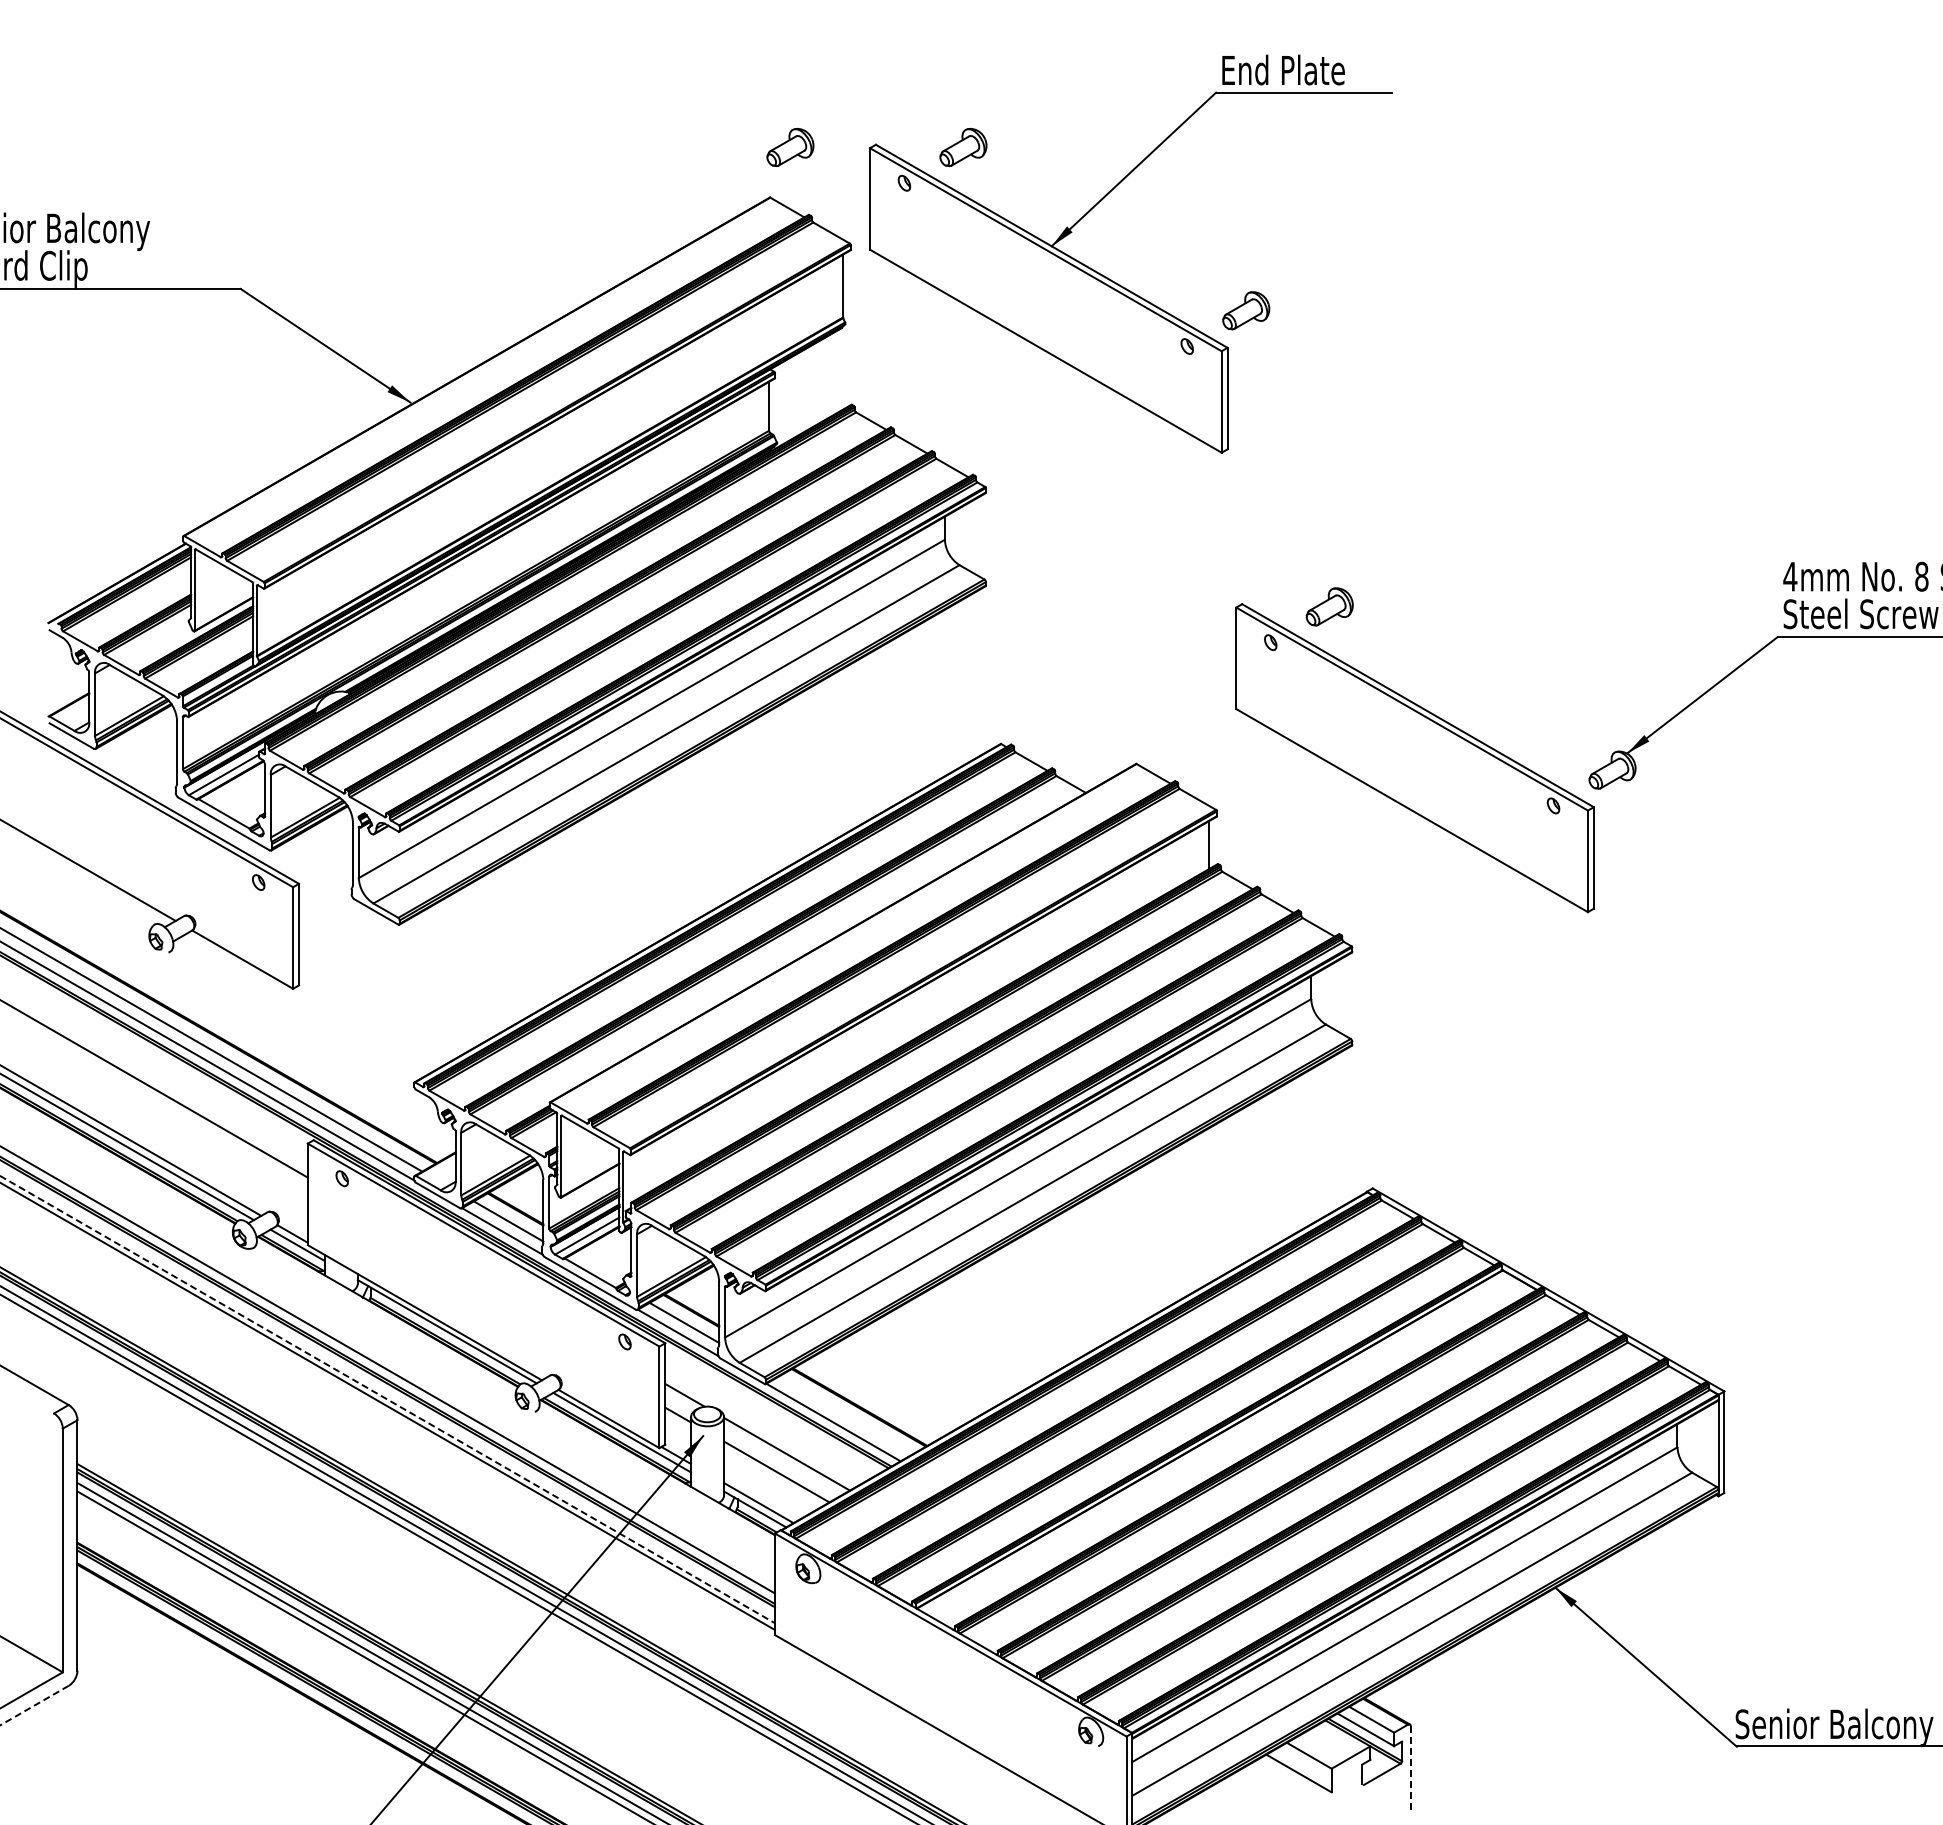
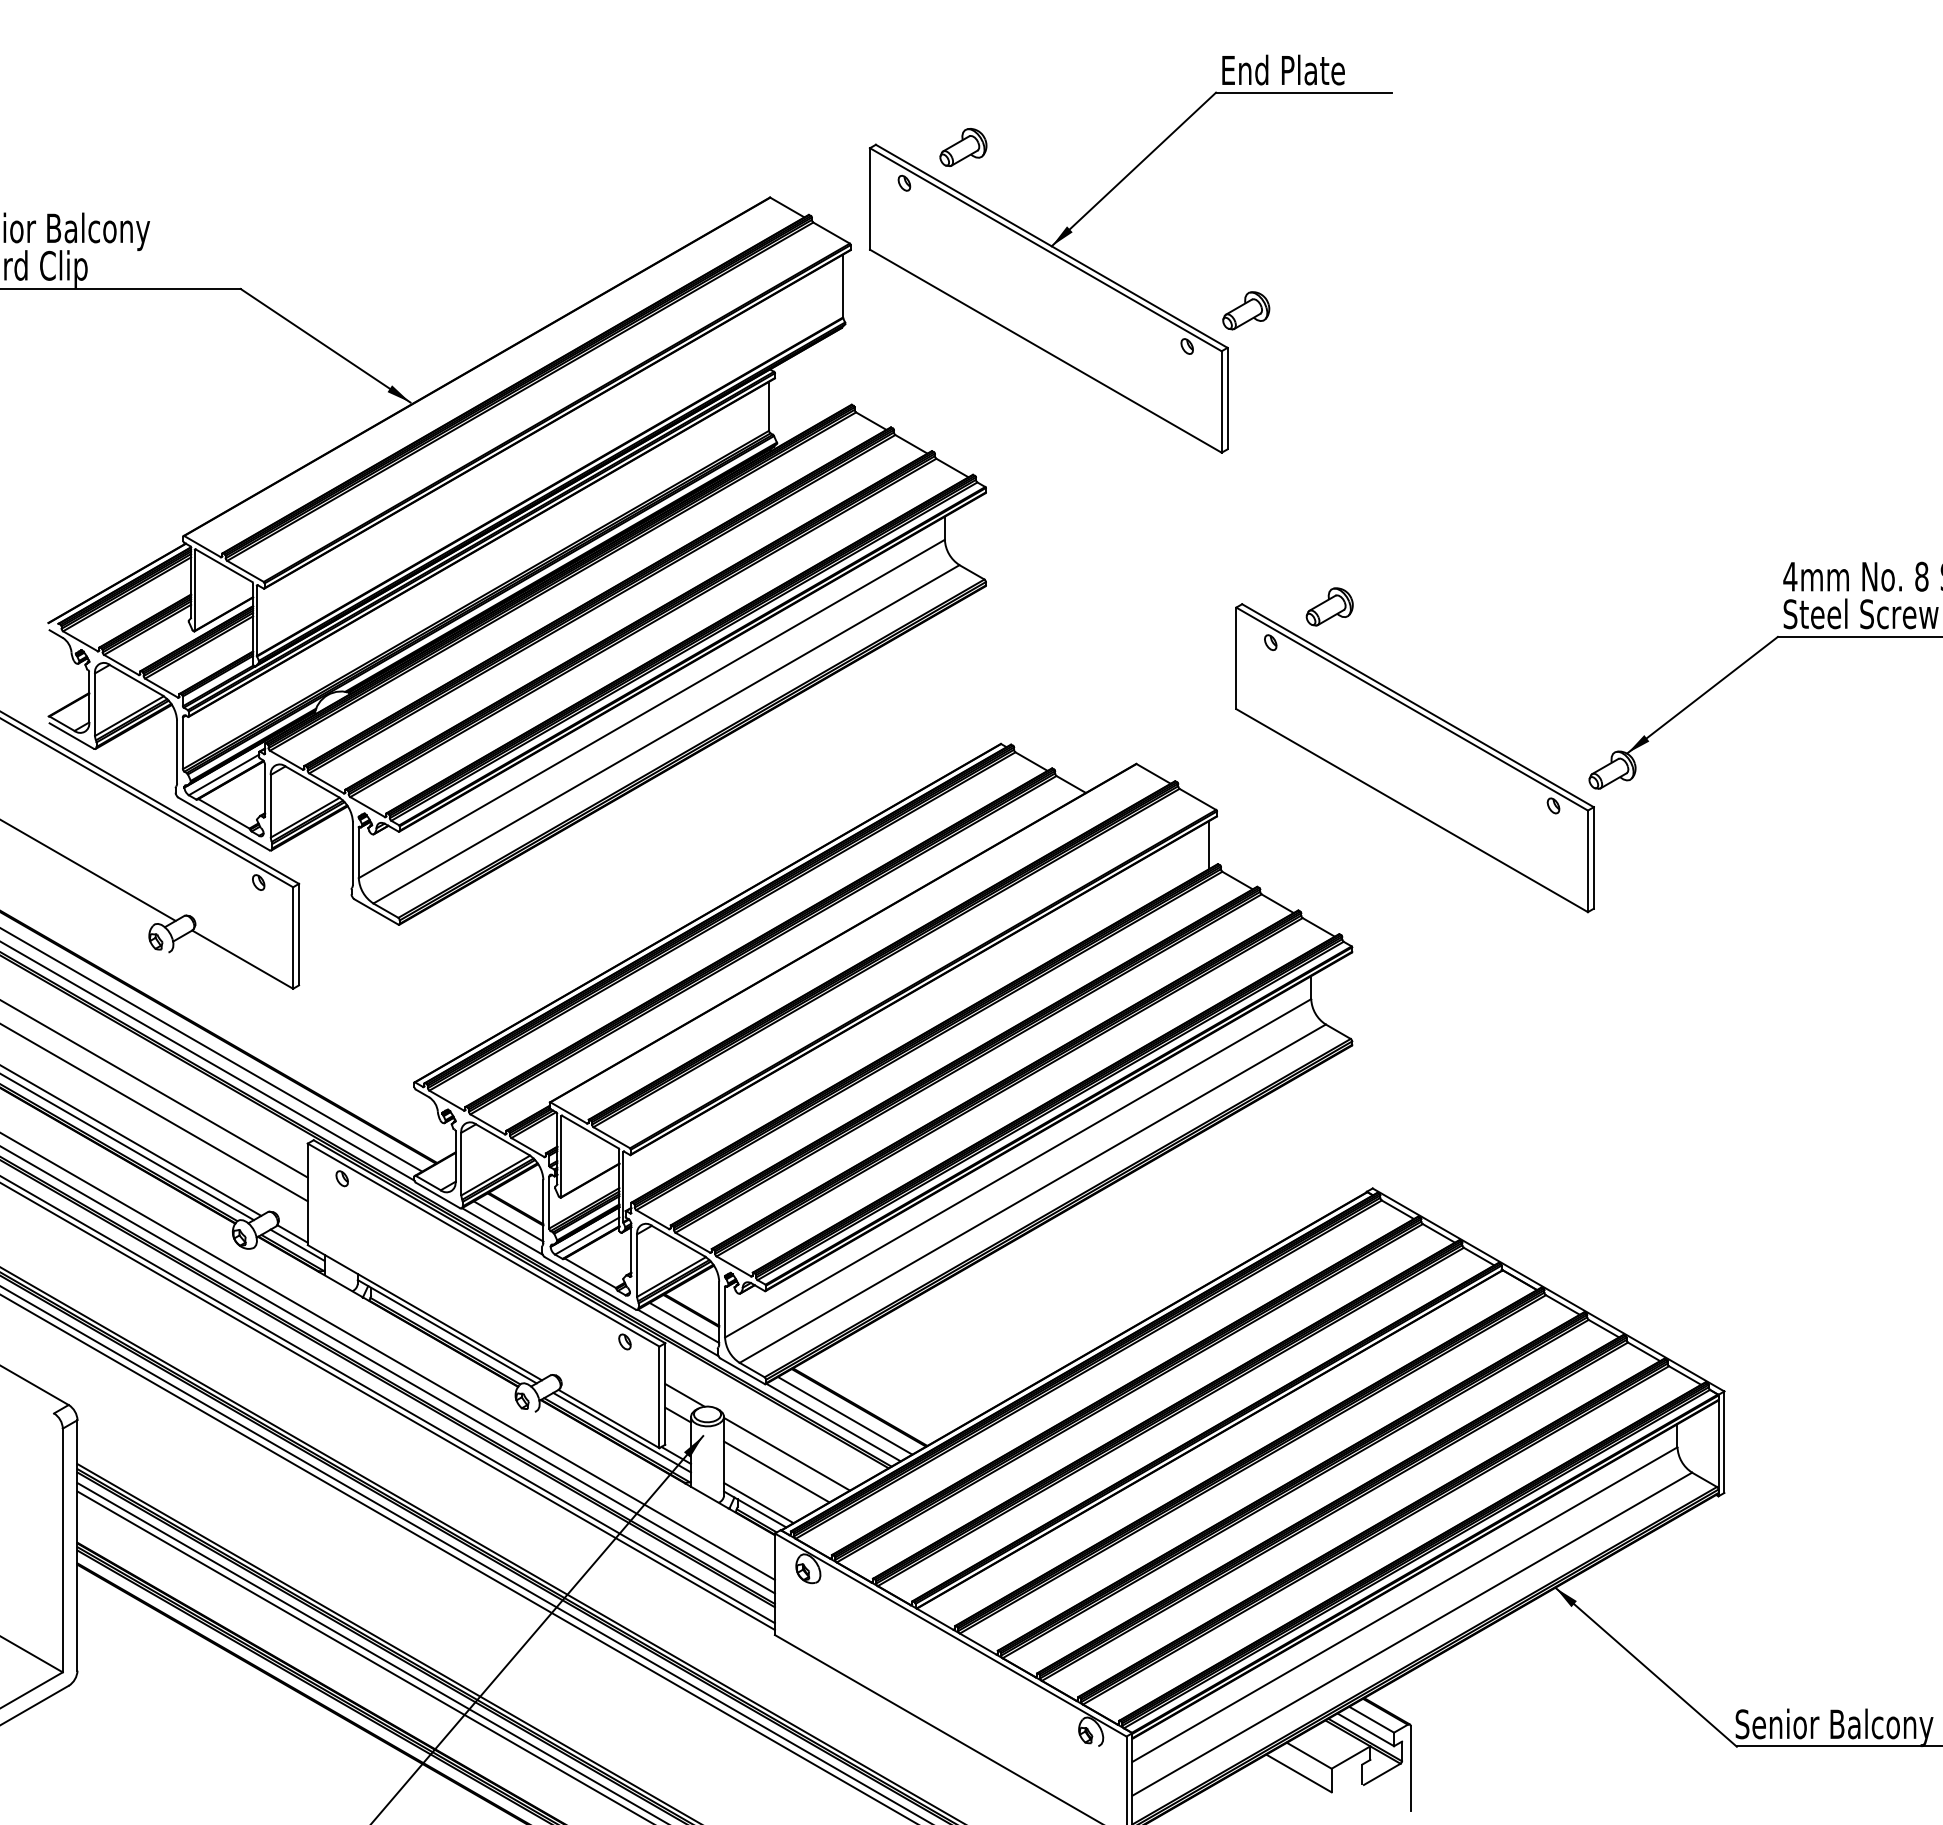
part at (790, 147): present -> none
line at (154, 1113): none -> present
line at (388, 1356): none -> present
line at (387, 1399): dashed -> solid
line at (845, 1415): none -> present
line at (34, 1705): dashed -> solid
line at (1410, 1769): dashed -> solid
